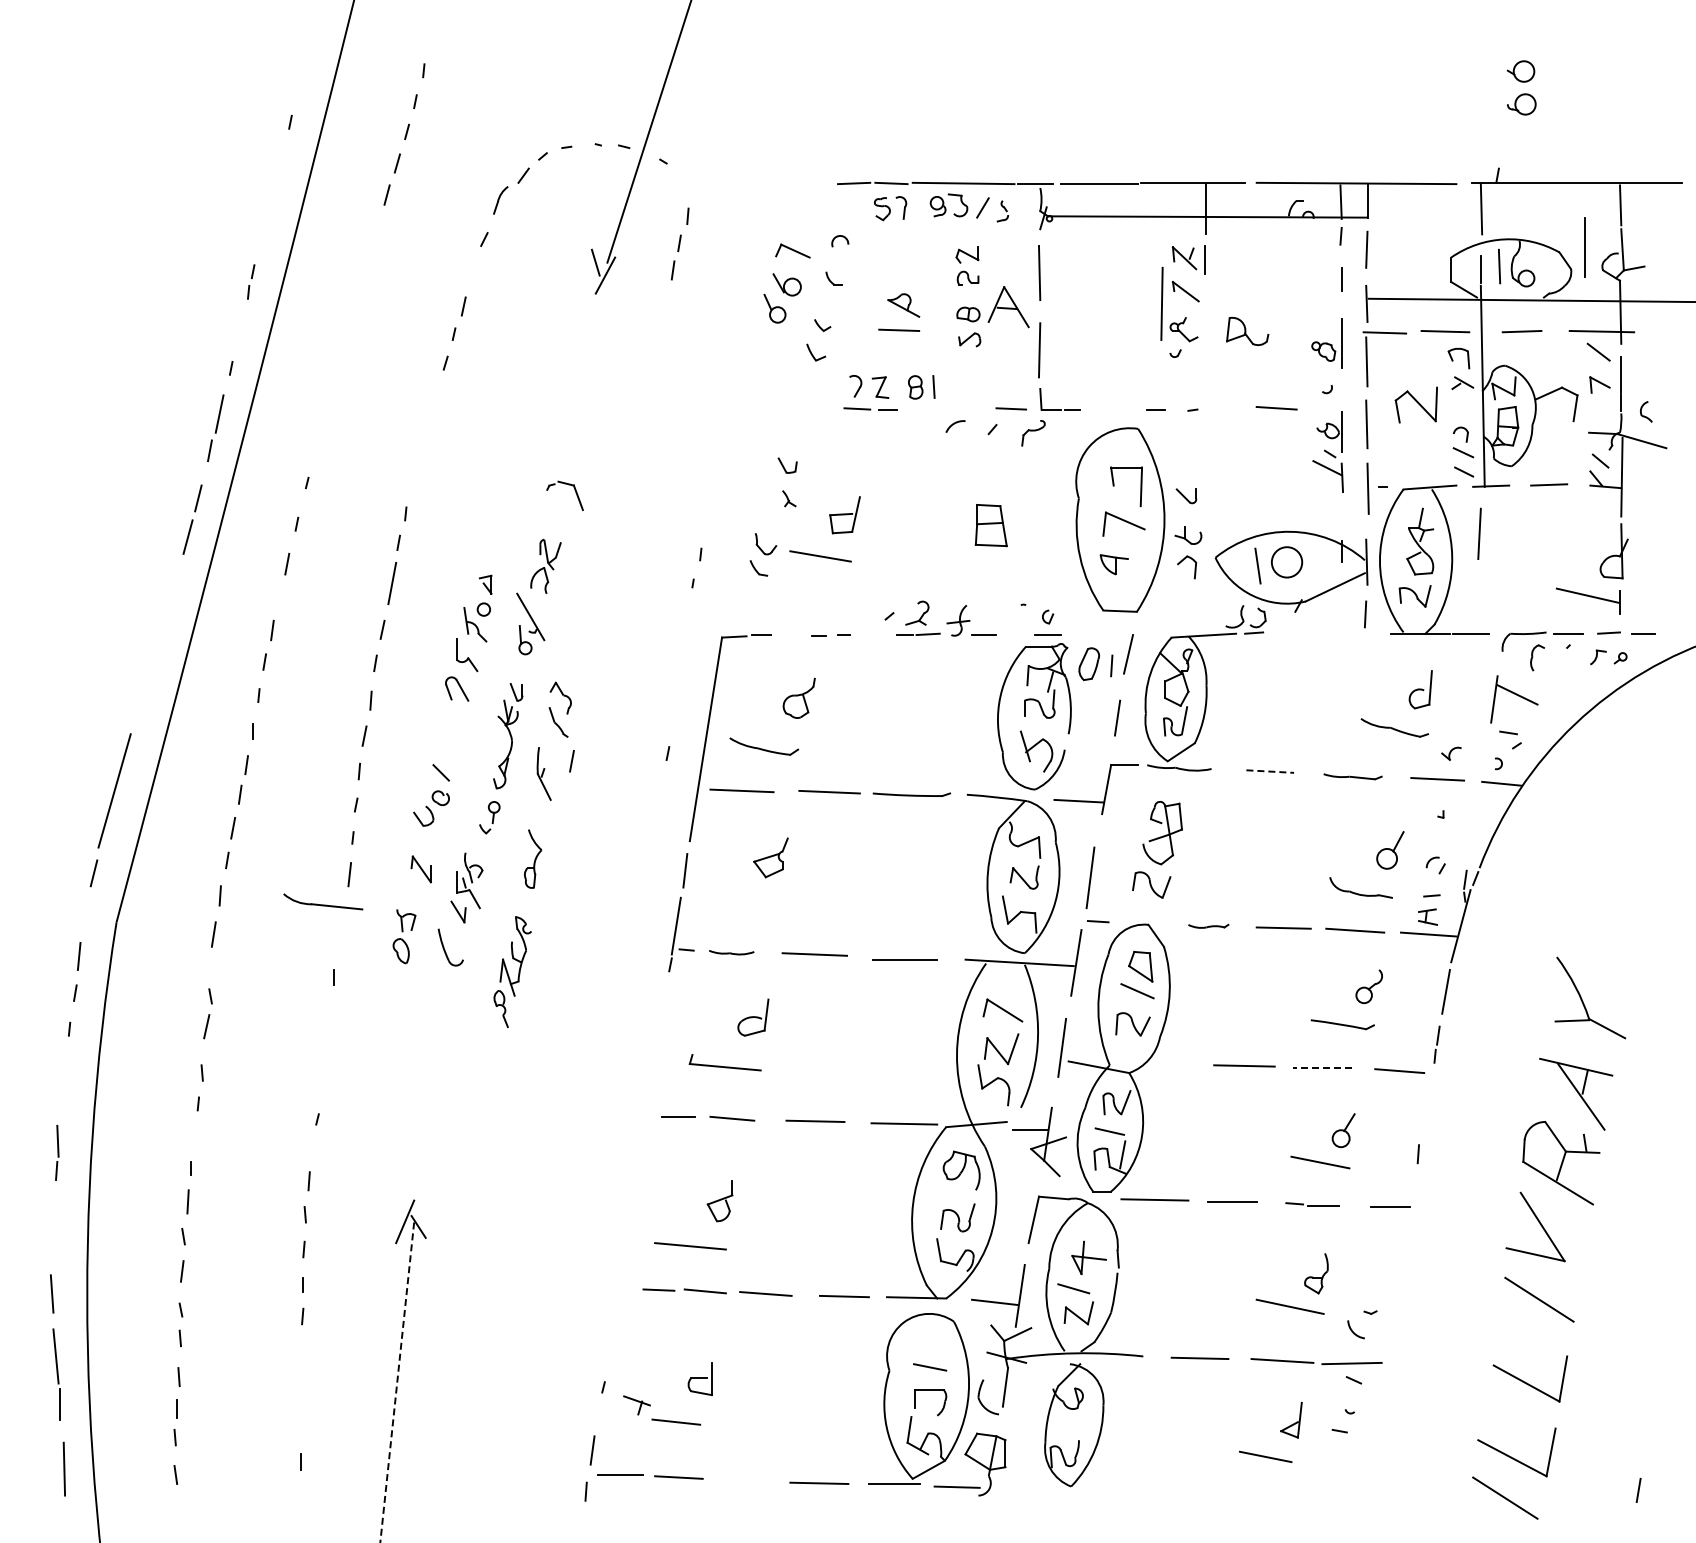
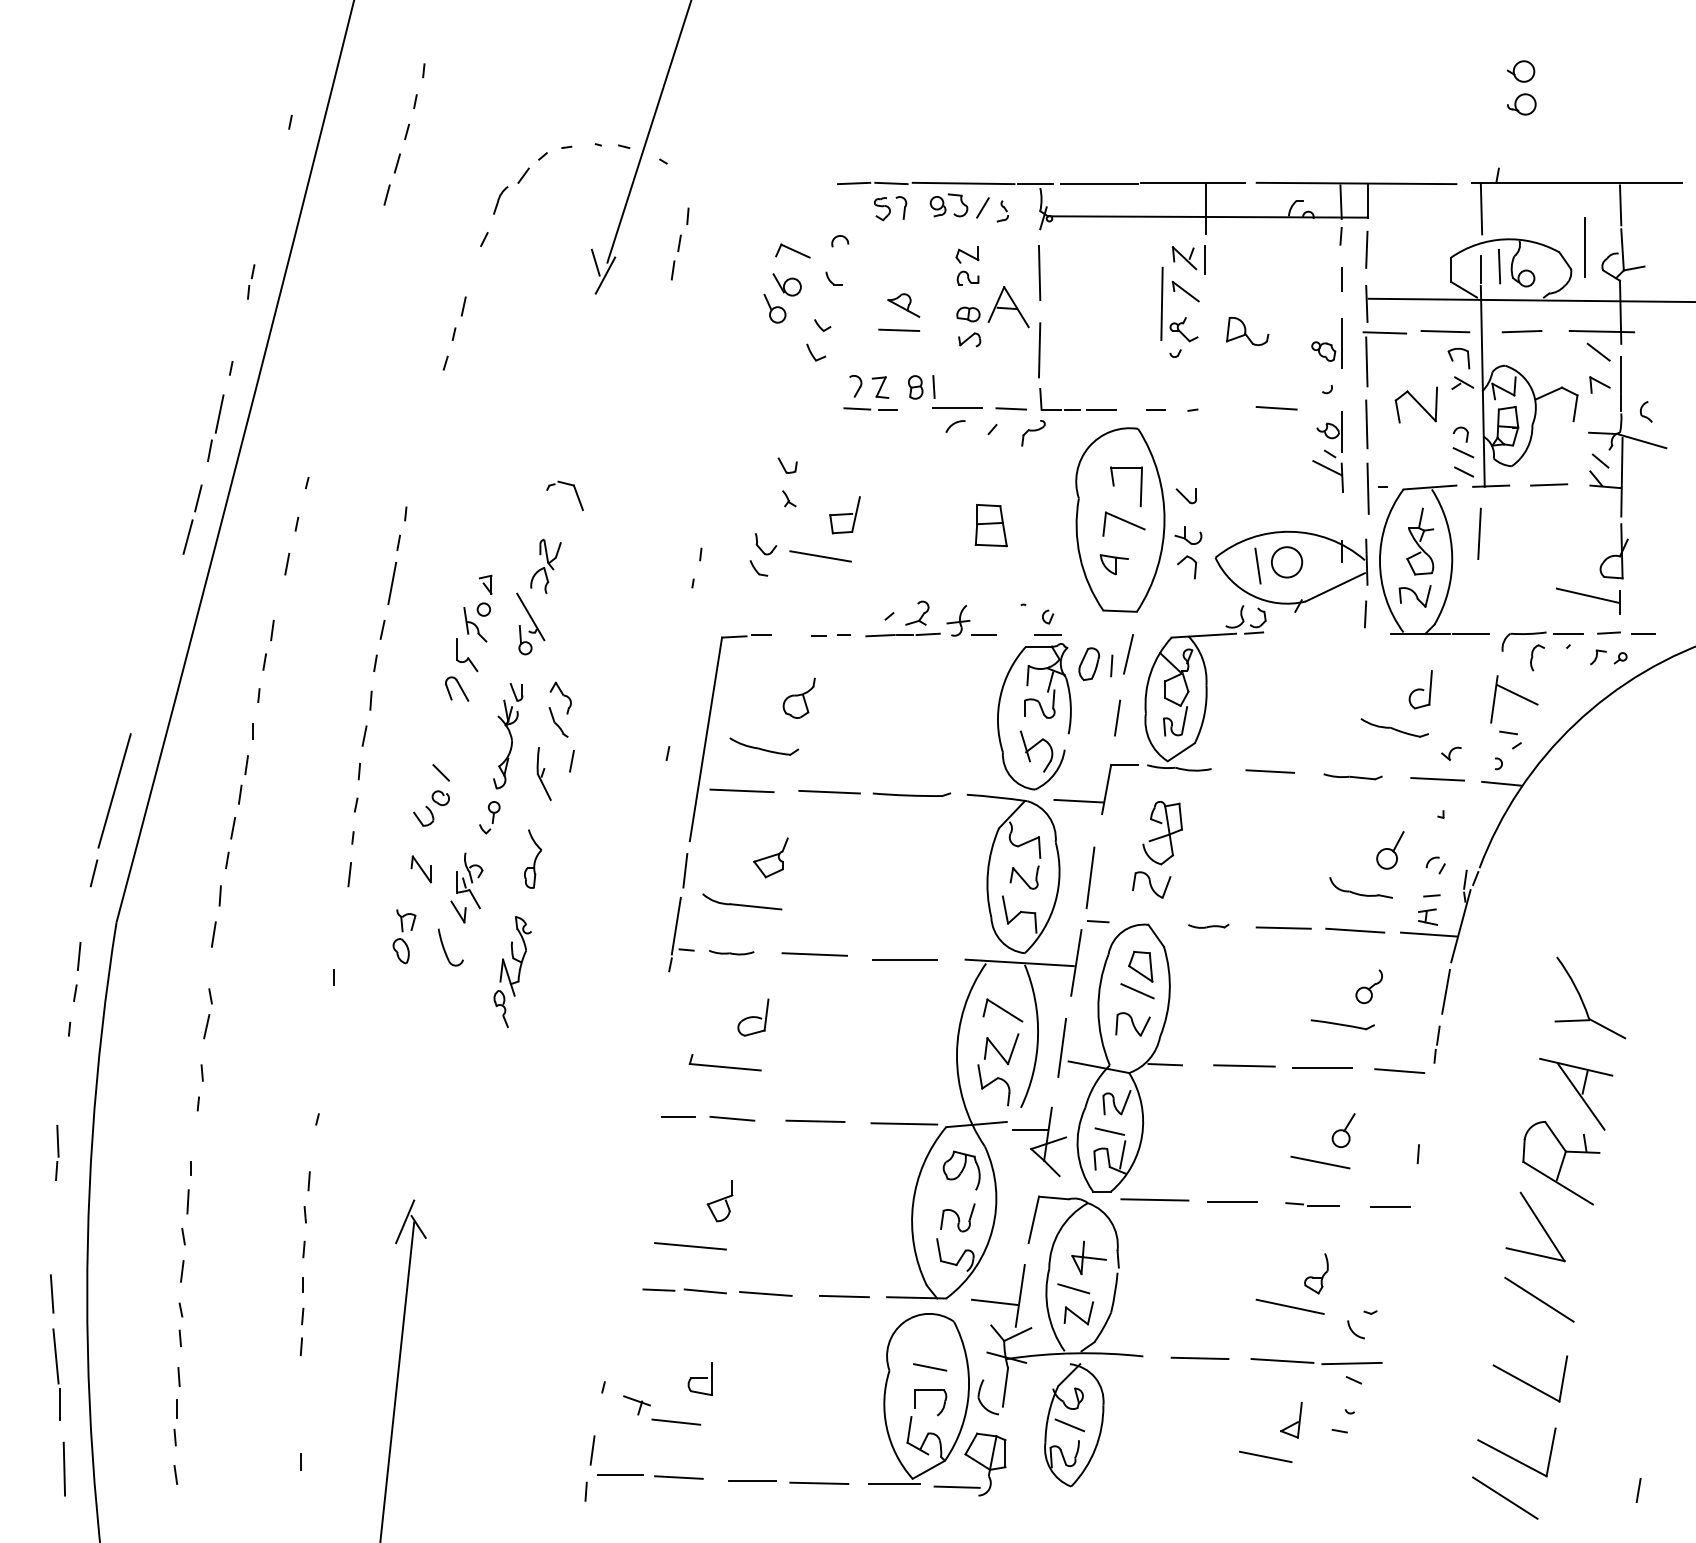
line at (957, 408): none -> present
line at (1101, 409): none -> present
line at (880, 635): none -> present
line at (1270, 771): dashed -> solid
part at (323, 901) position: (323, 901) -> (742, 901)
line at (1164, 1064): none -> present
line at (1322, 1067): dashed -> solid
line at (300, 1346): none -> present
line at (397, 1382): dashed -> solid
line at (1069, 1425): none -> present
line at (752, 1480): none -> present
